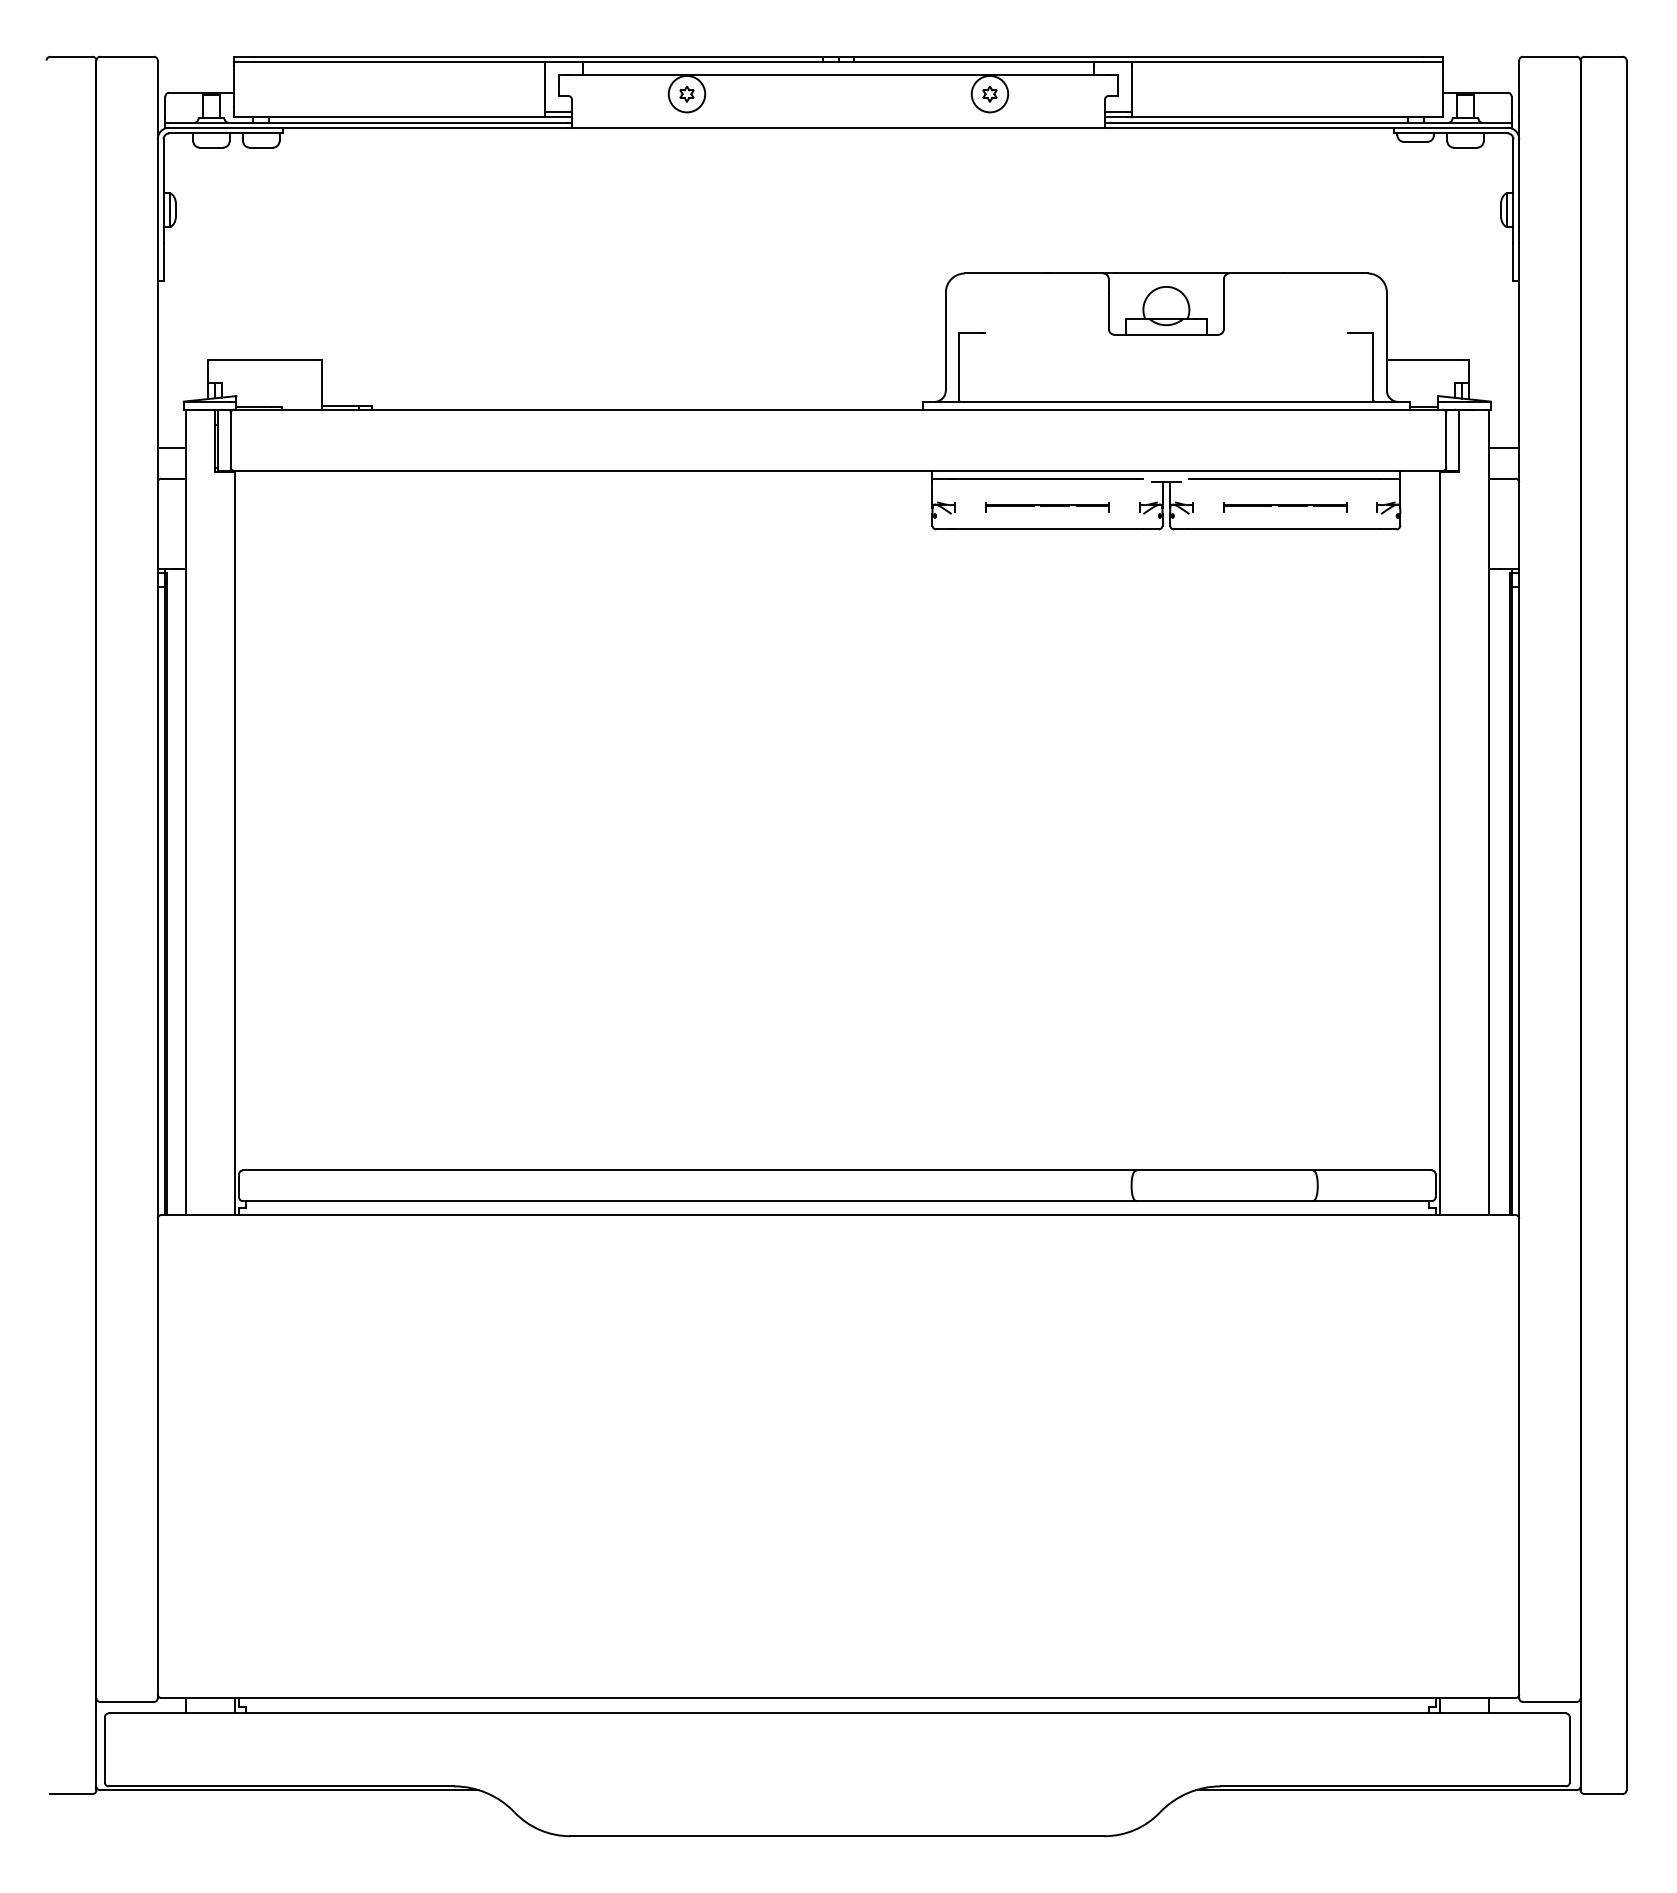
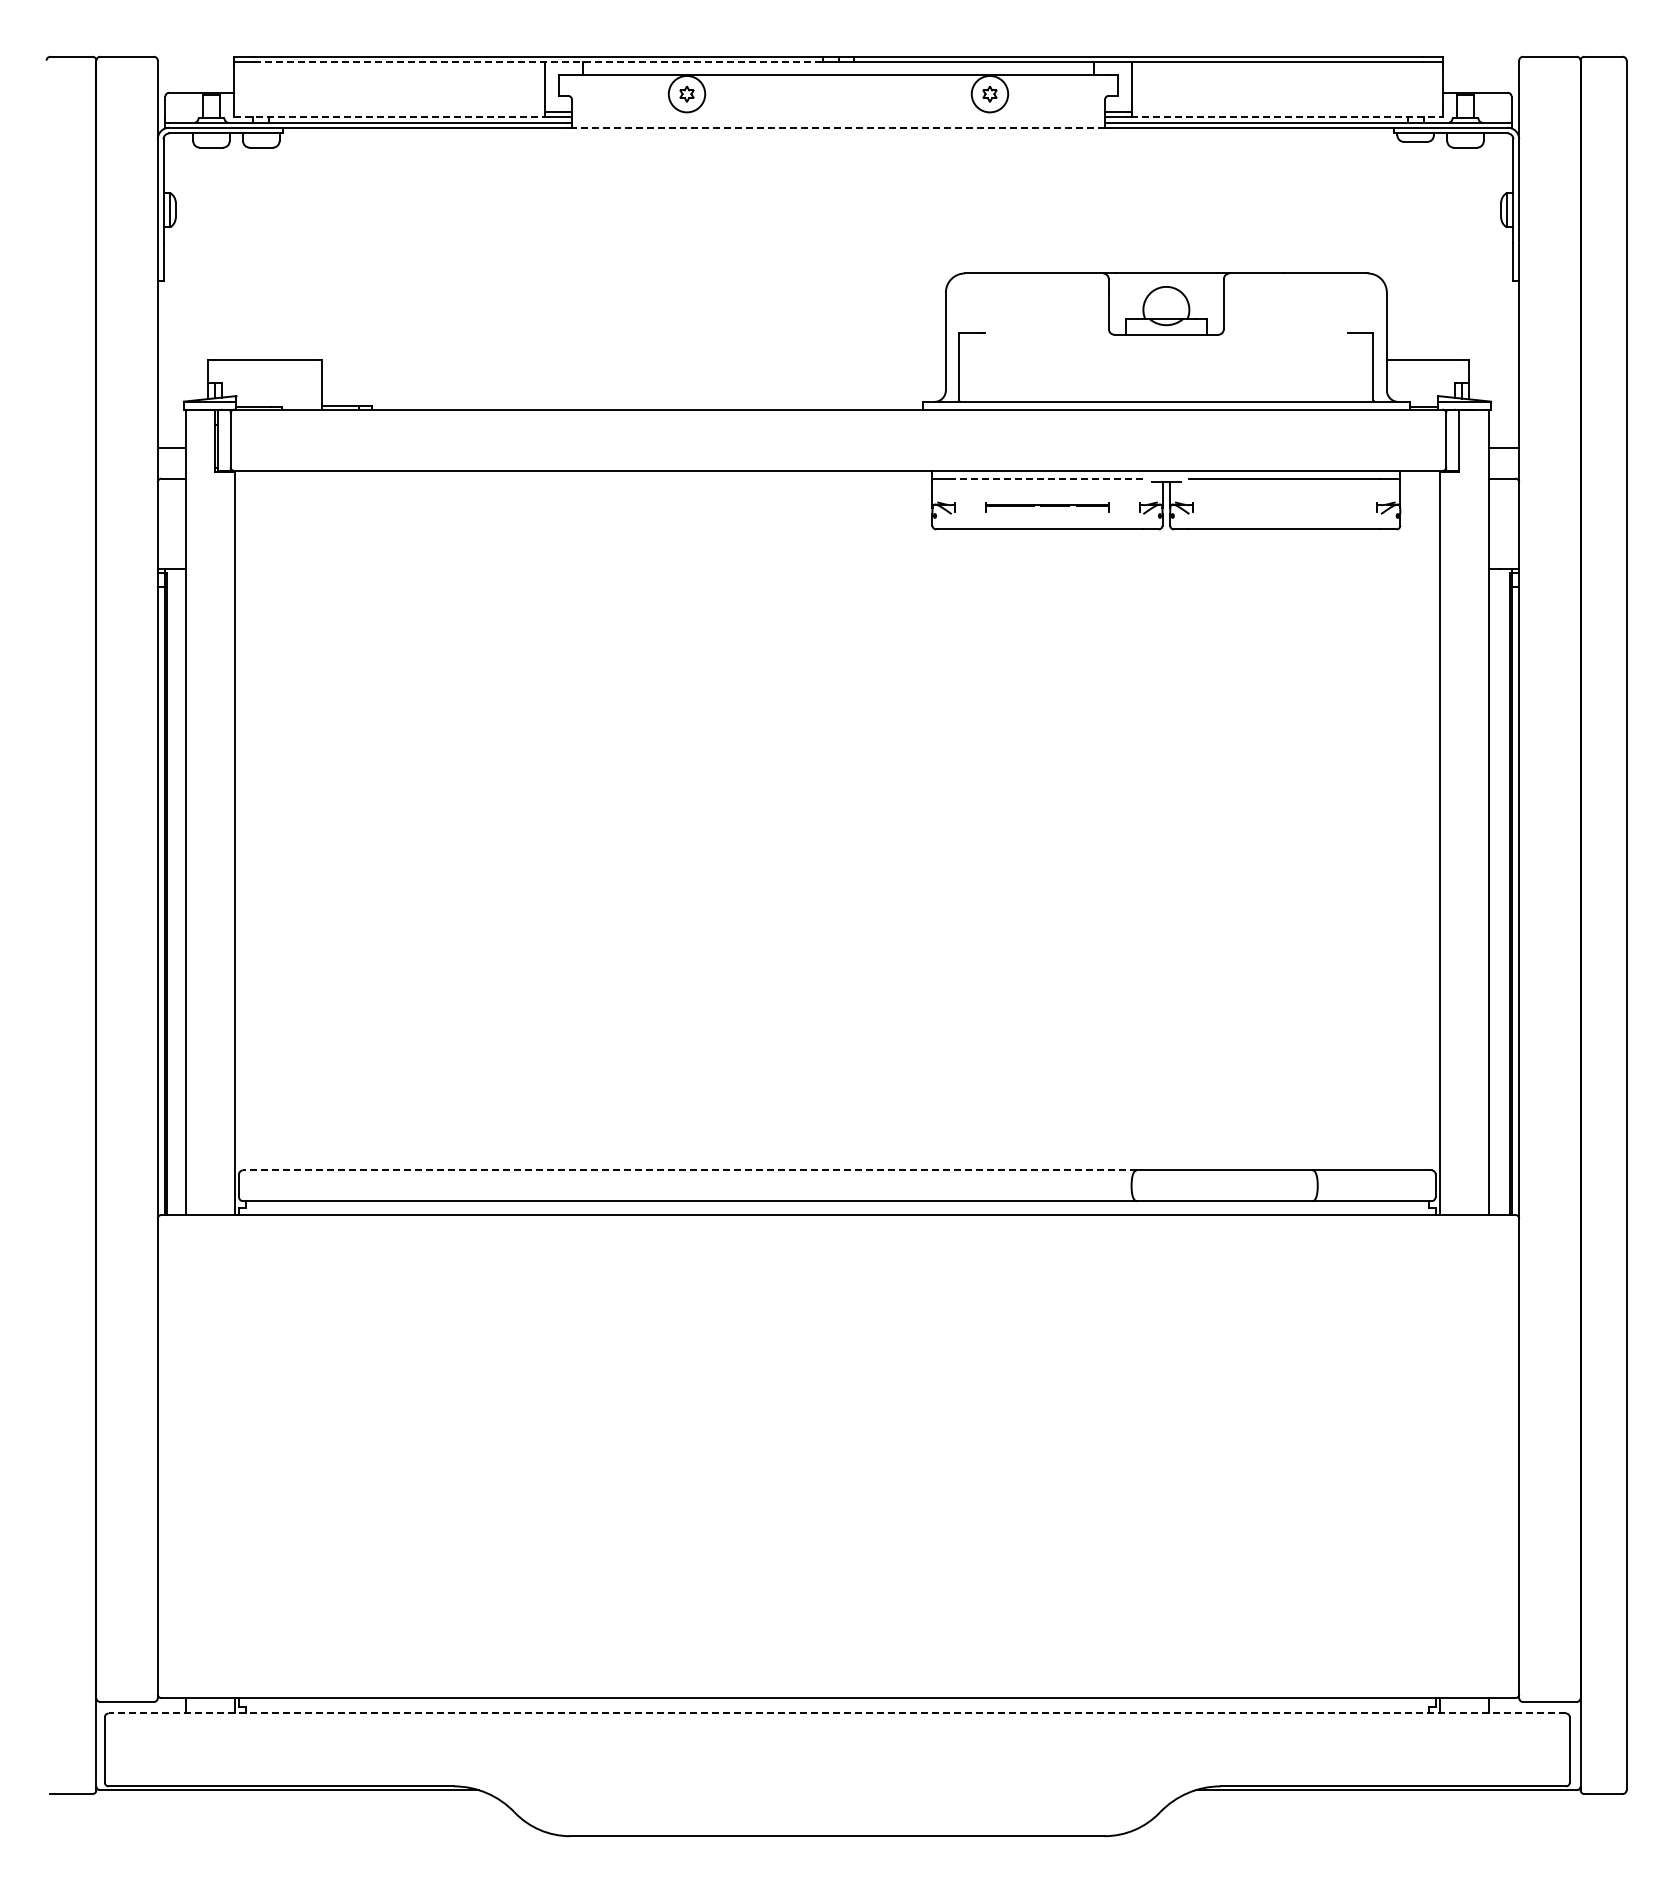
line at (538, 61): solid -> dashed
line at (390, 116): solid -> dashed
line at (1286, 116): solid -> dashed
line at (838, 127): solid -> dashed
line at (1047, 479): solid -> dashed
part at (1285, 507): present -> none
line at (689, 1170): solid -> dashed
line at (837, 1713): solid -> dashed
